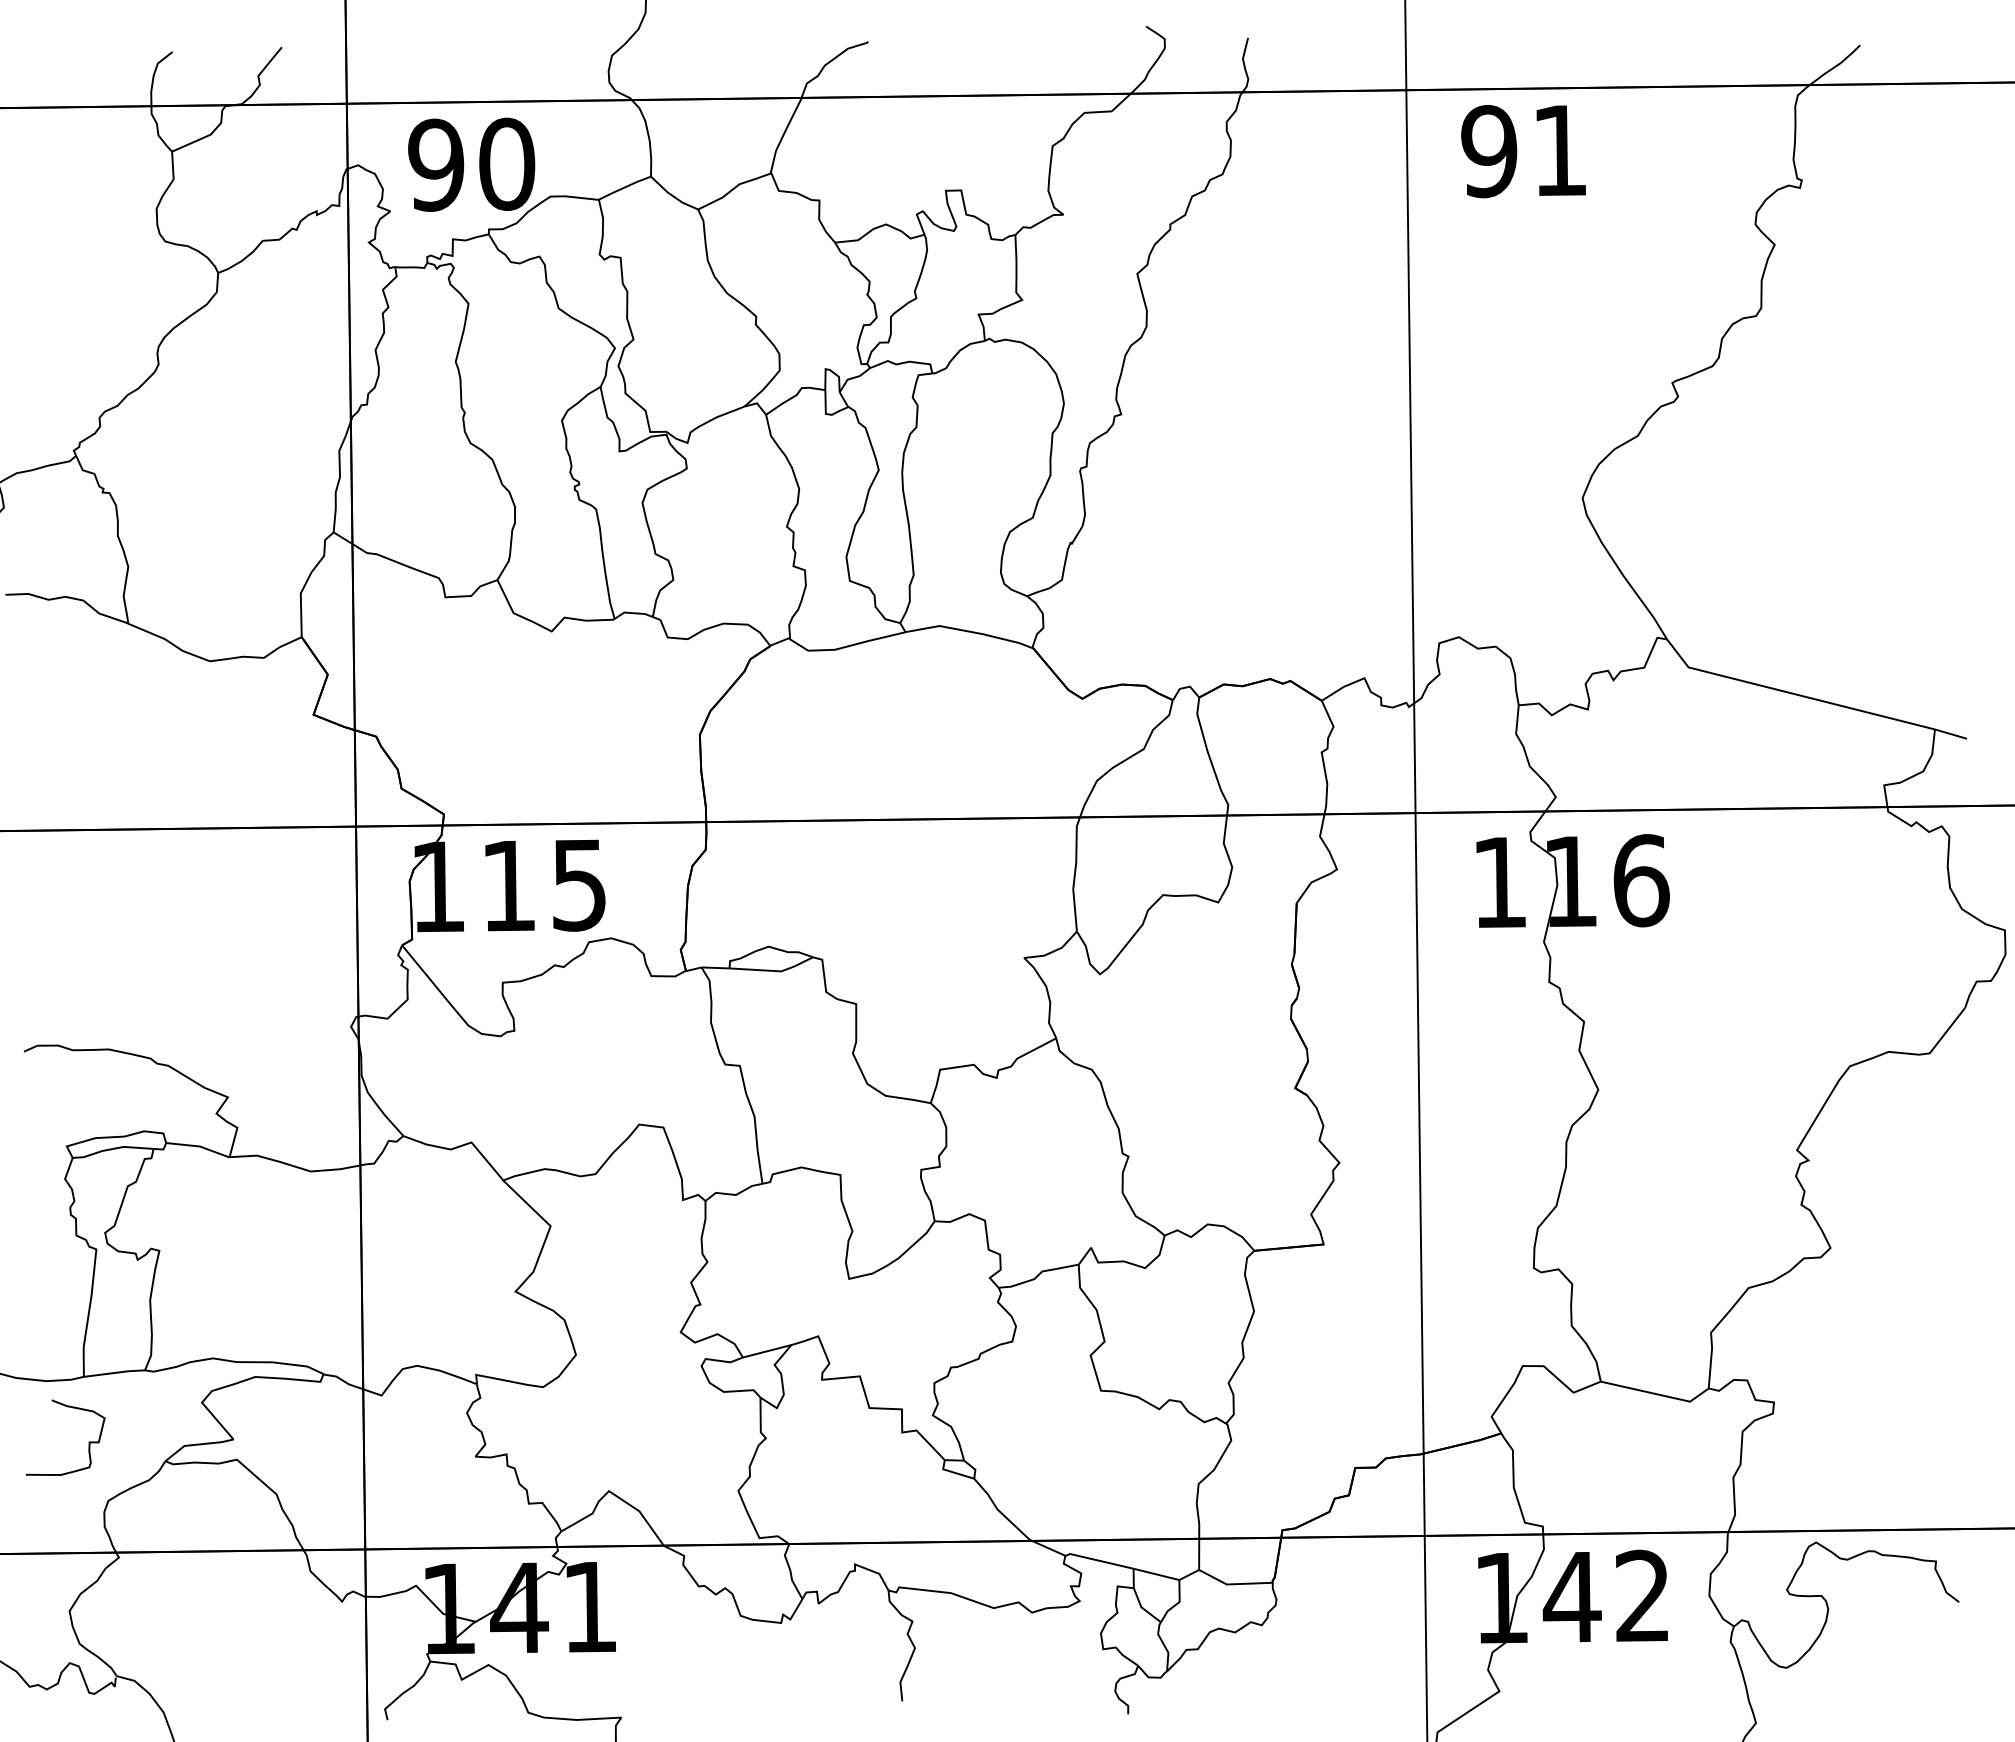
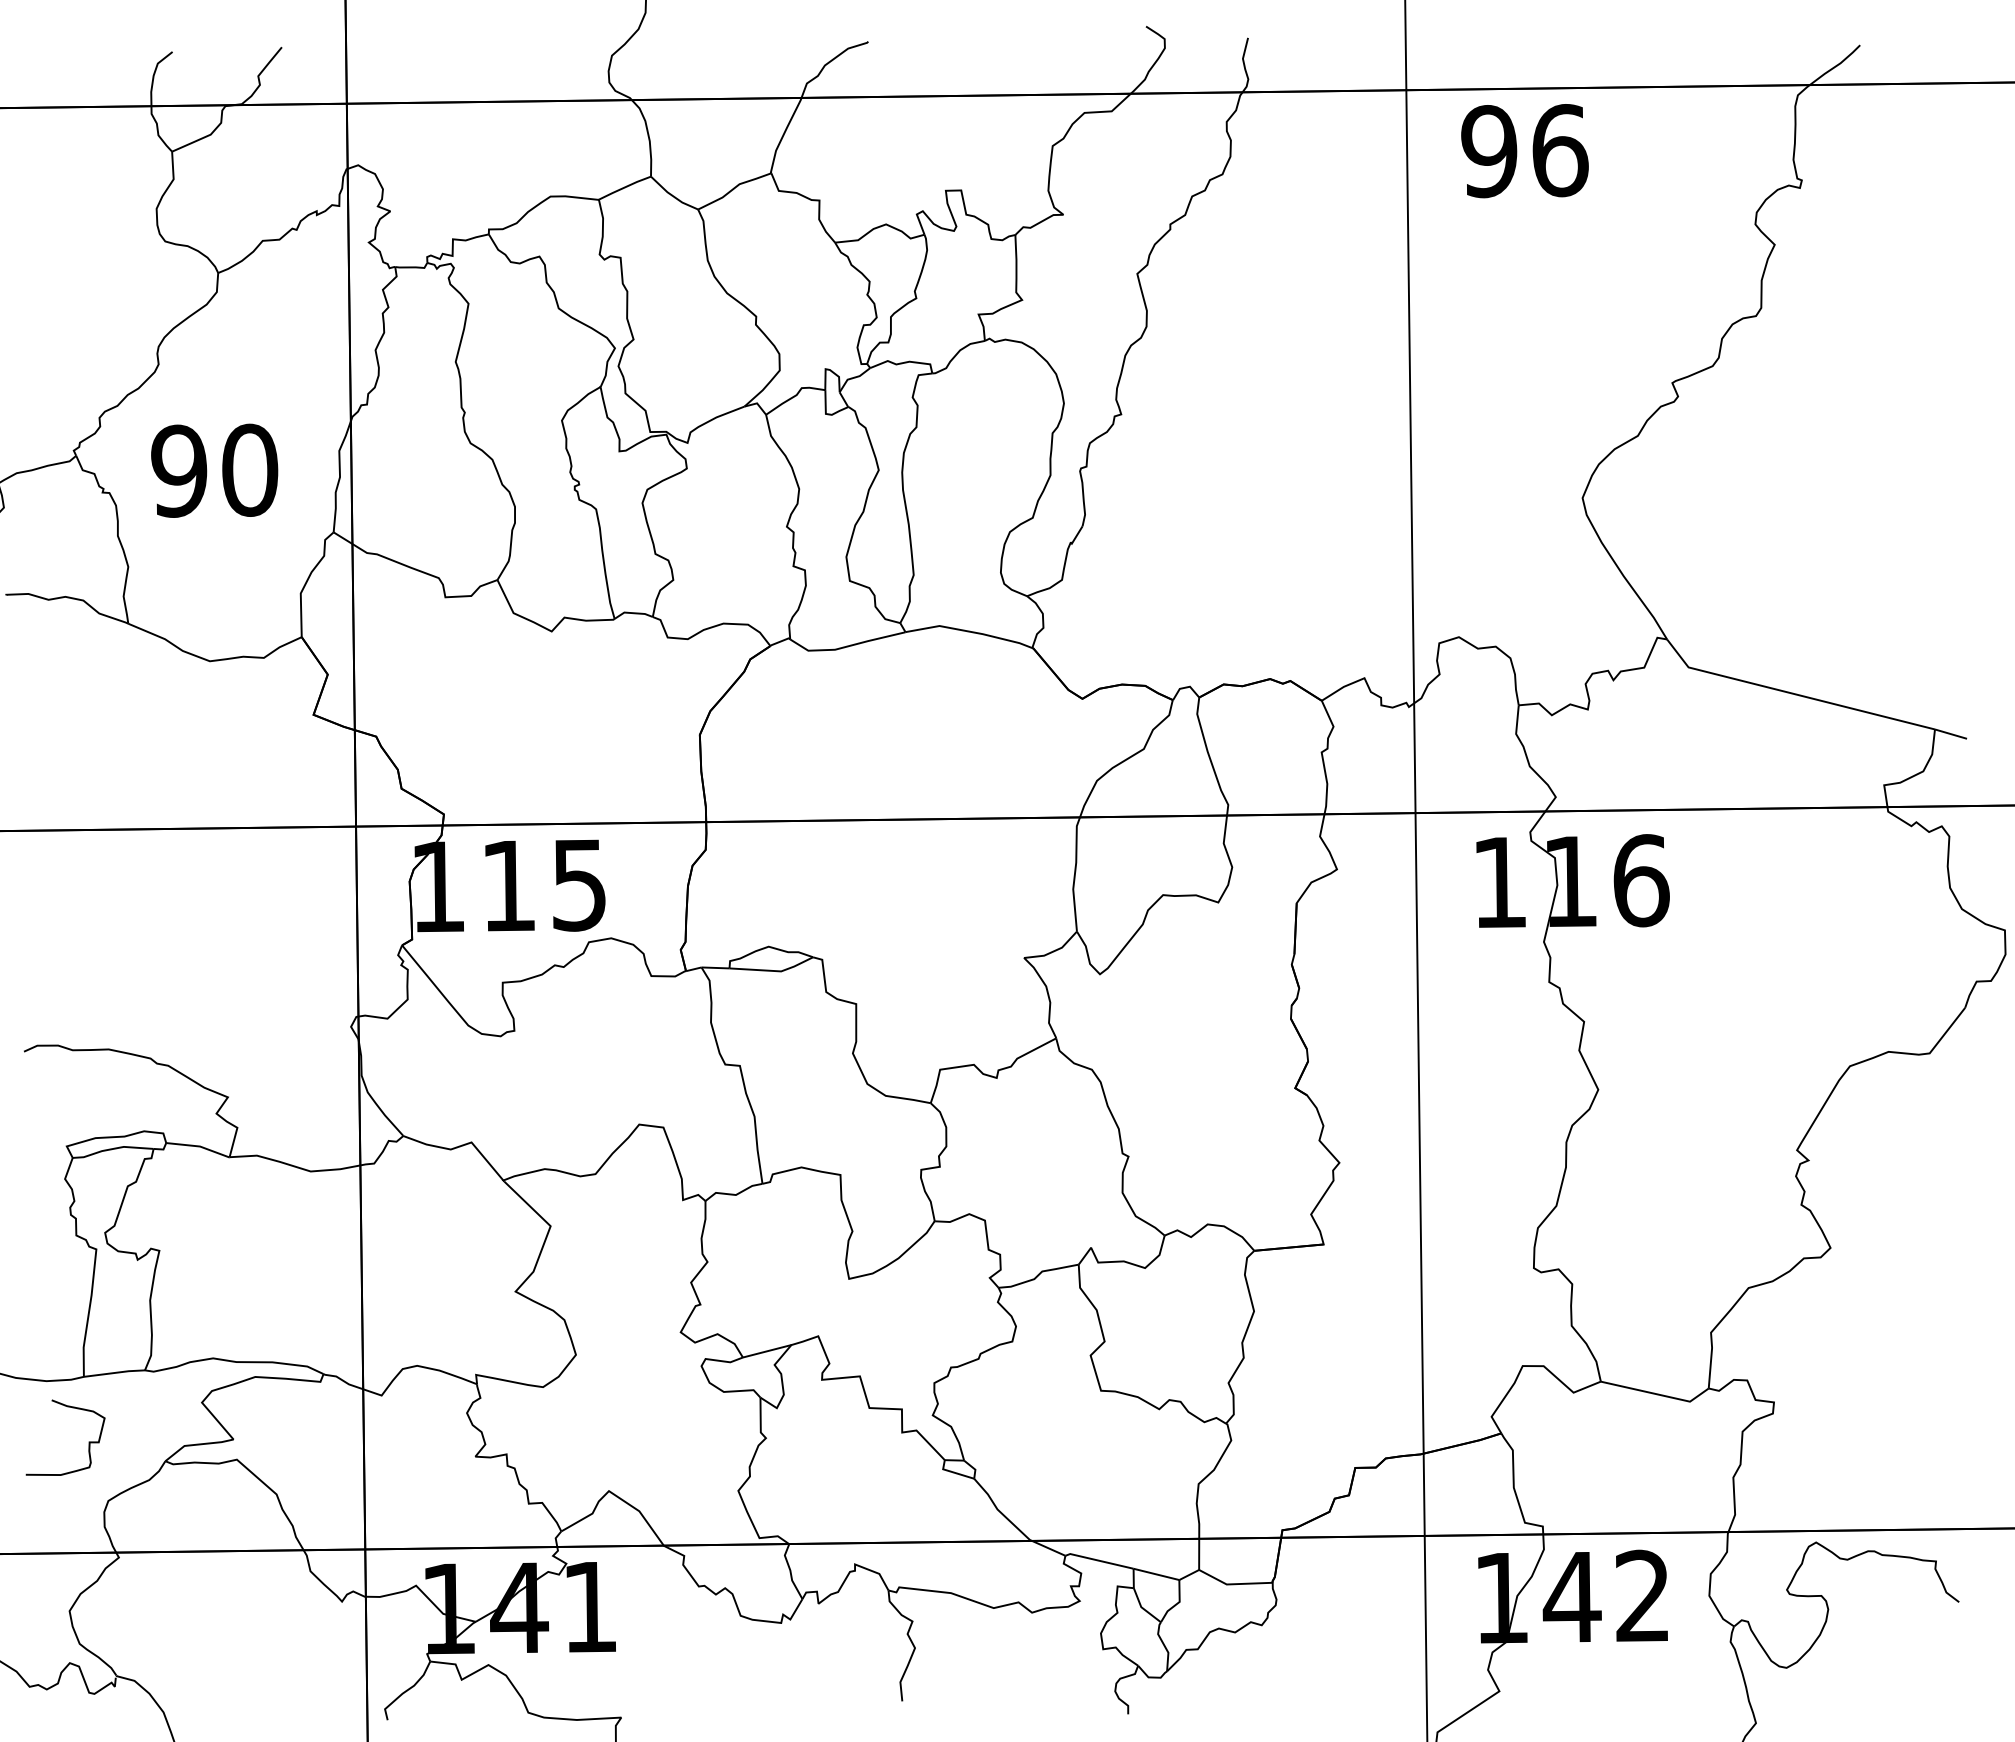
text at (1560, 150): 91 -> 96
text at (471, 164) position: (471, 164) -> (214, 470)
